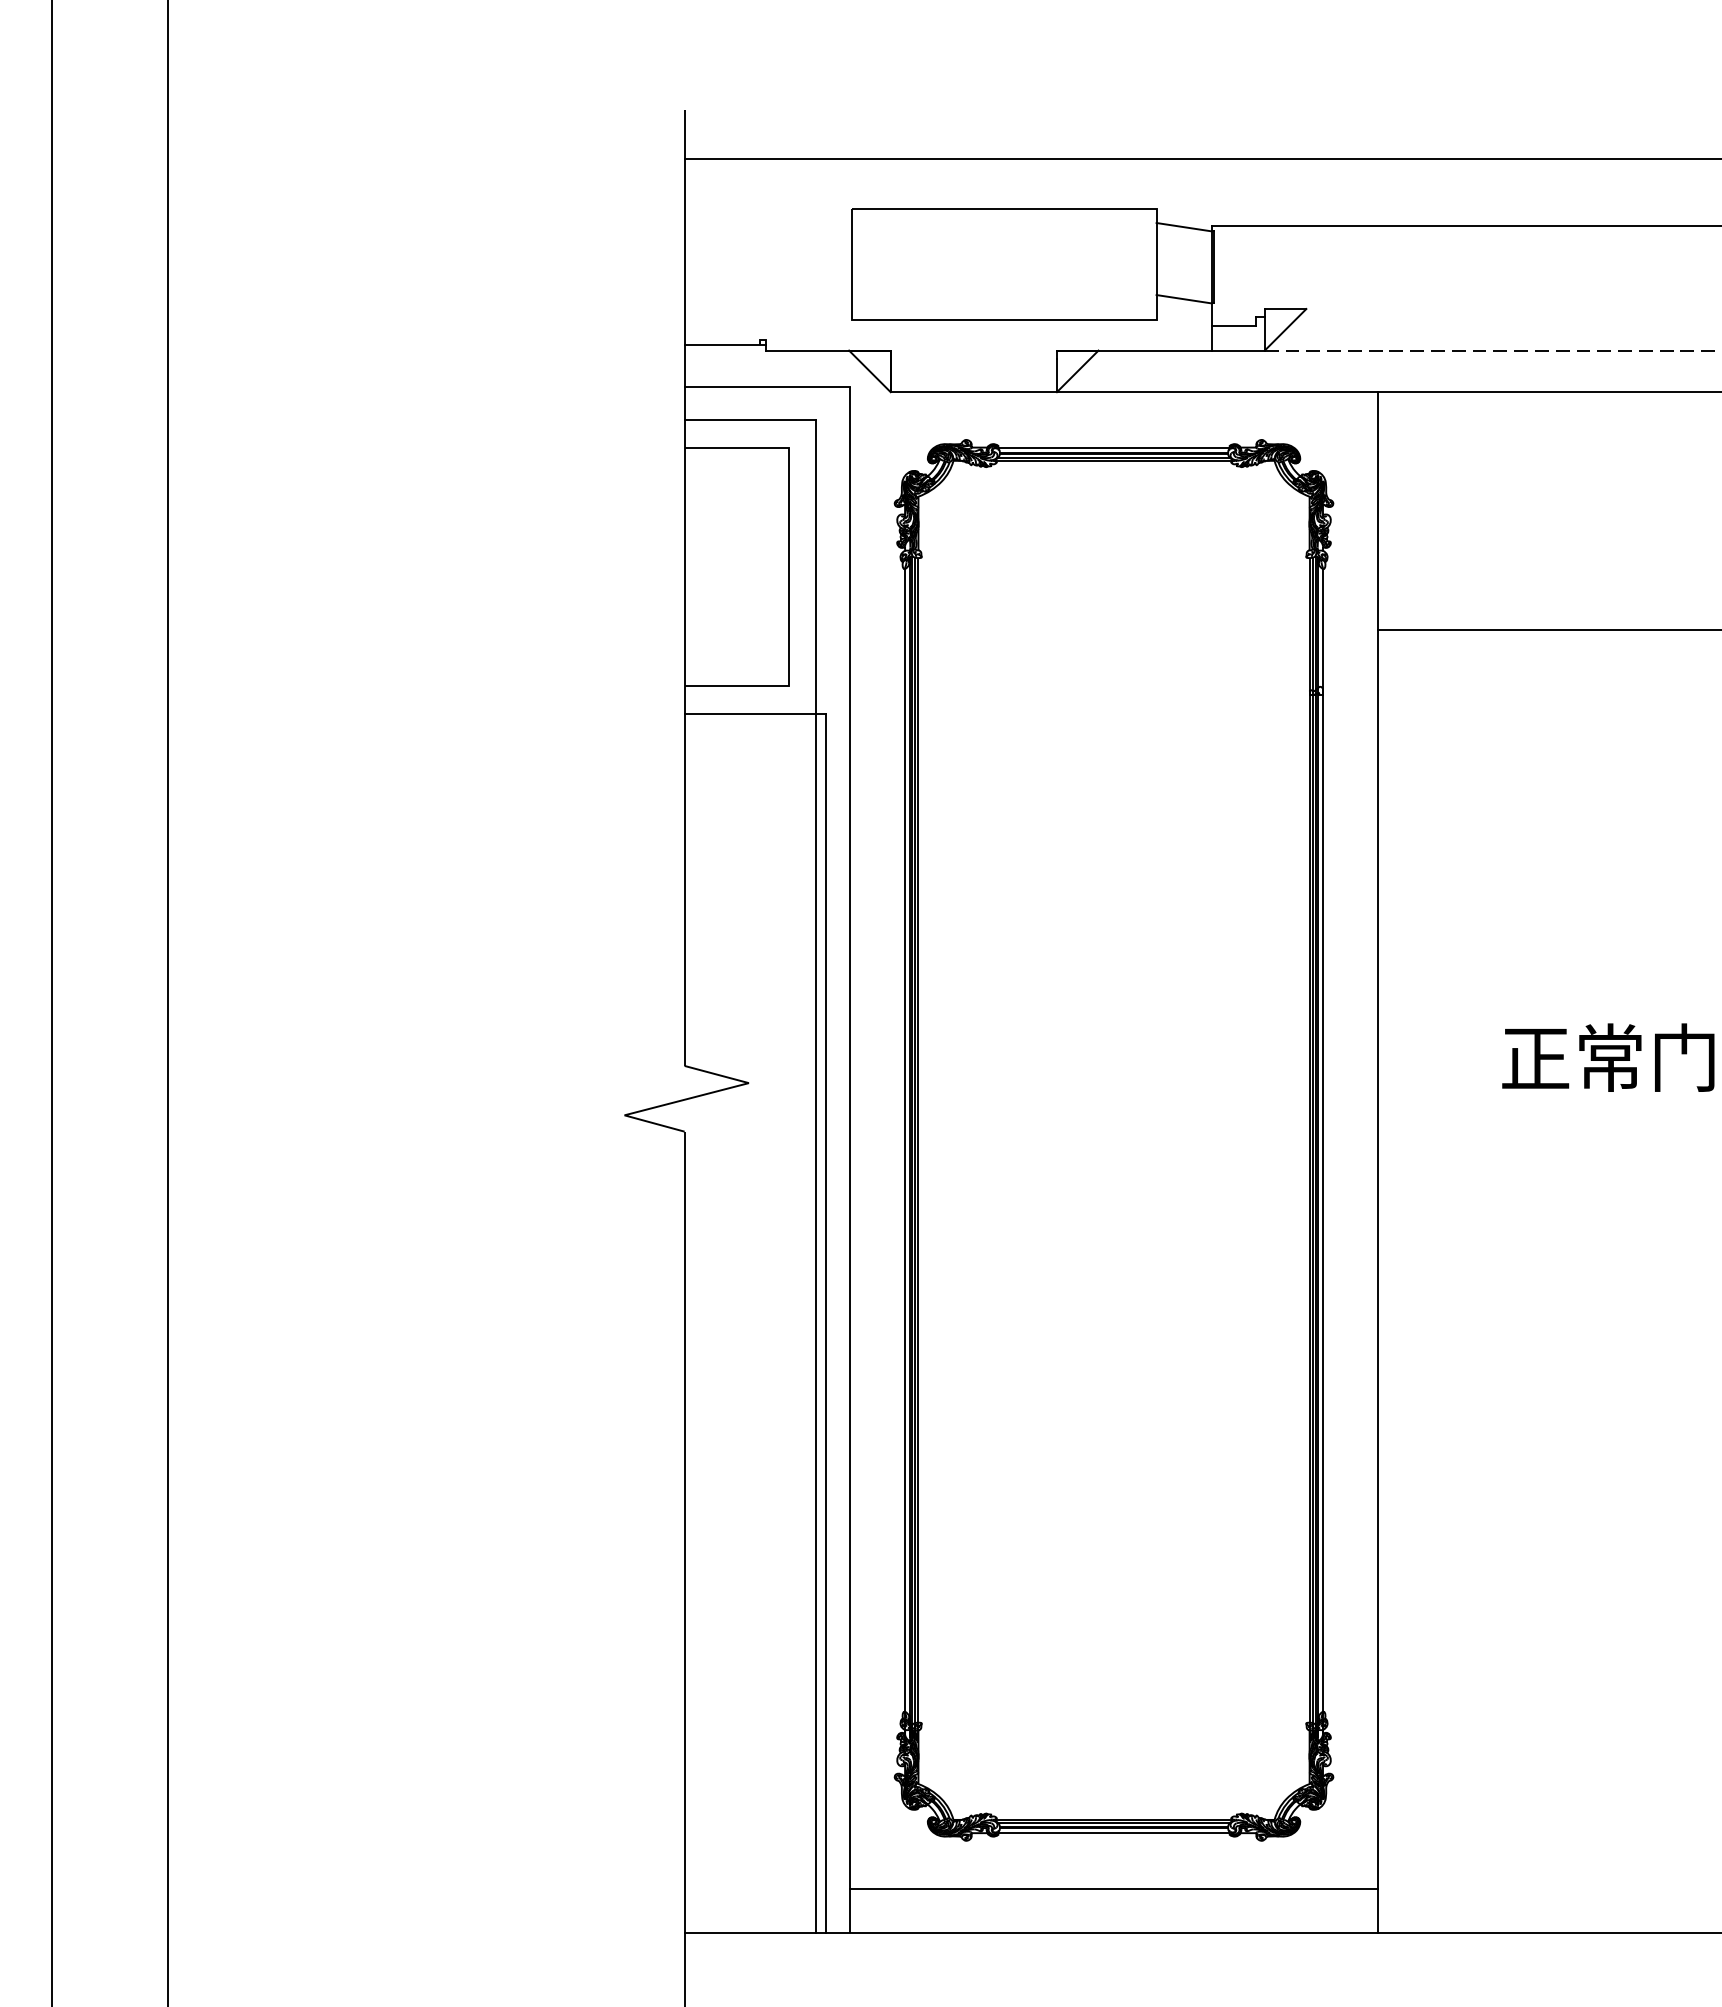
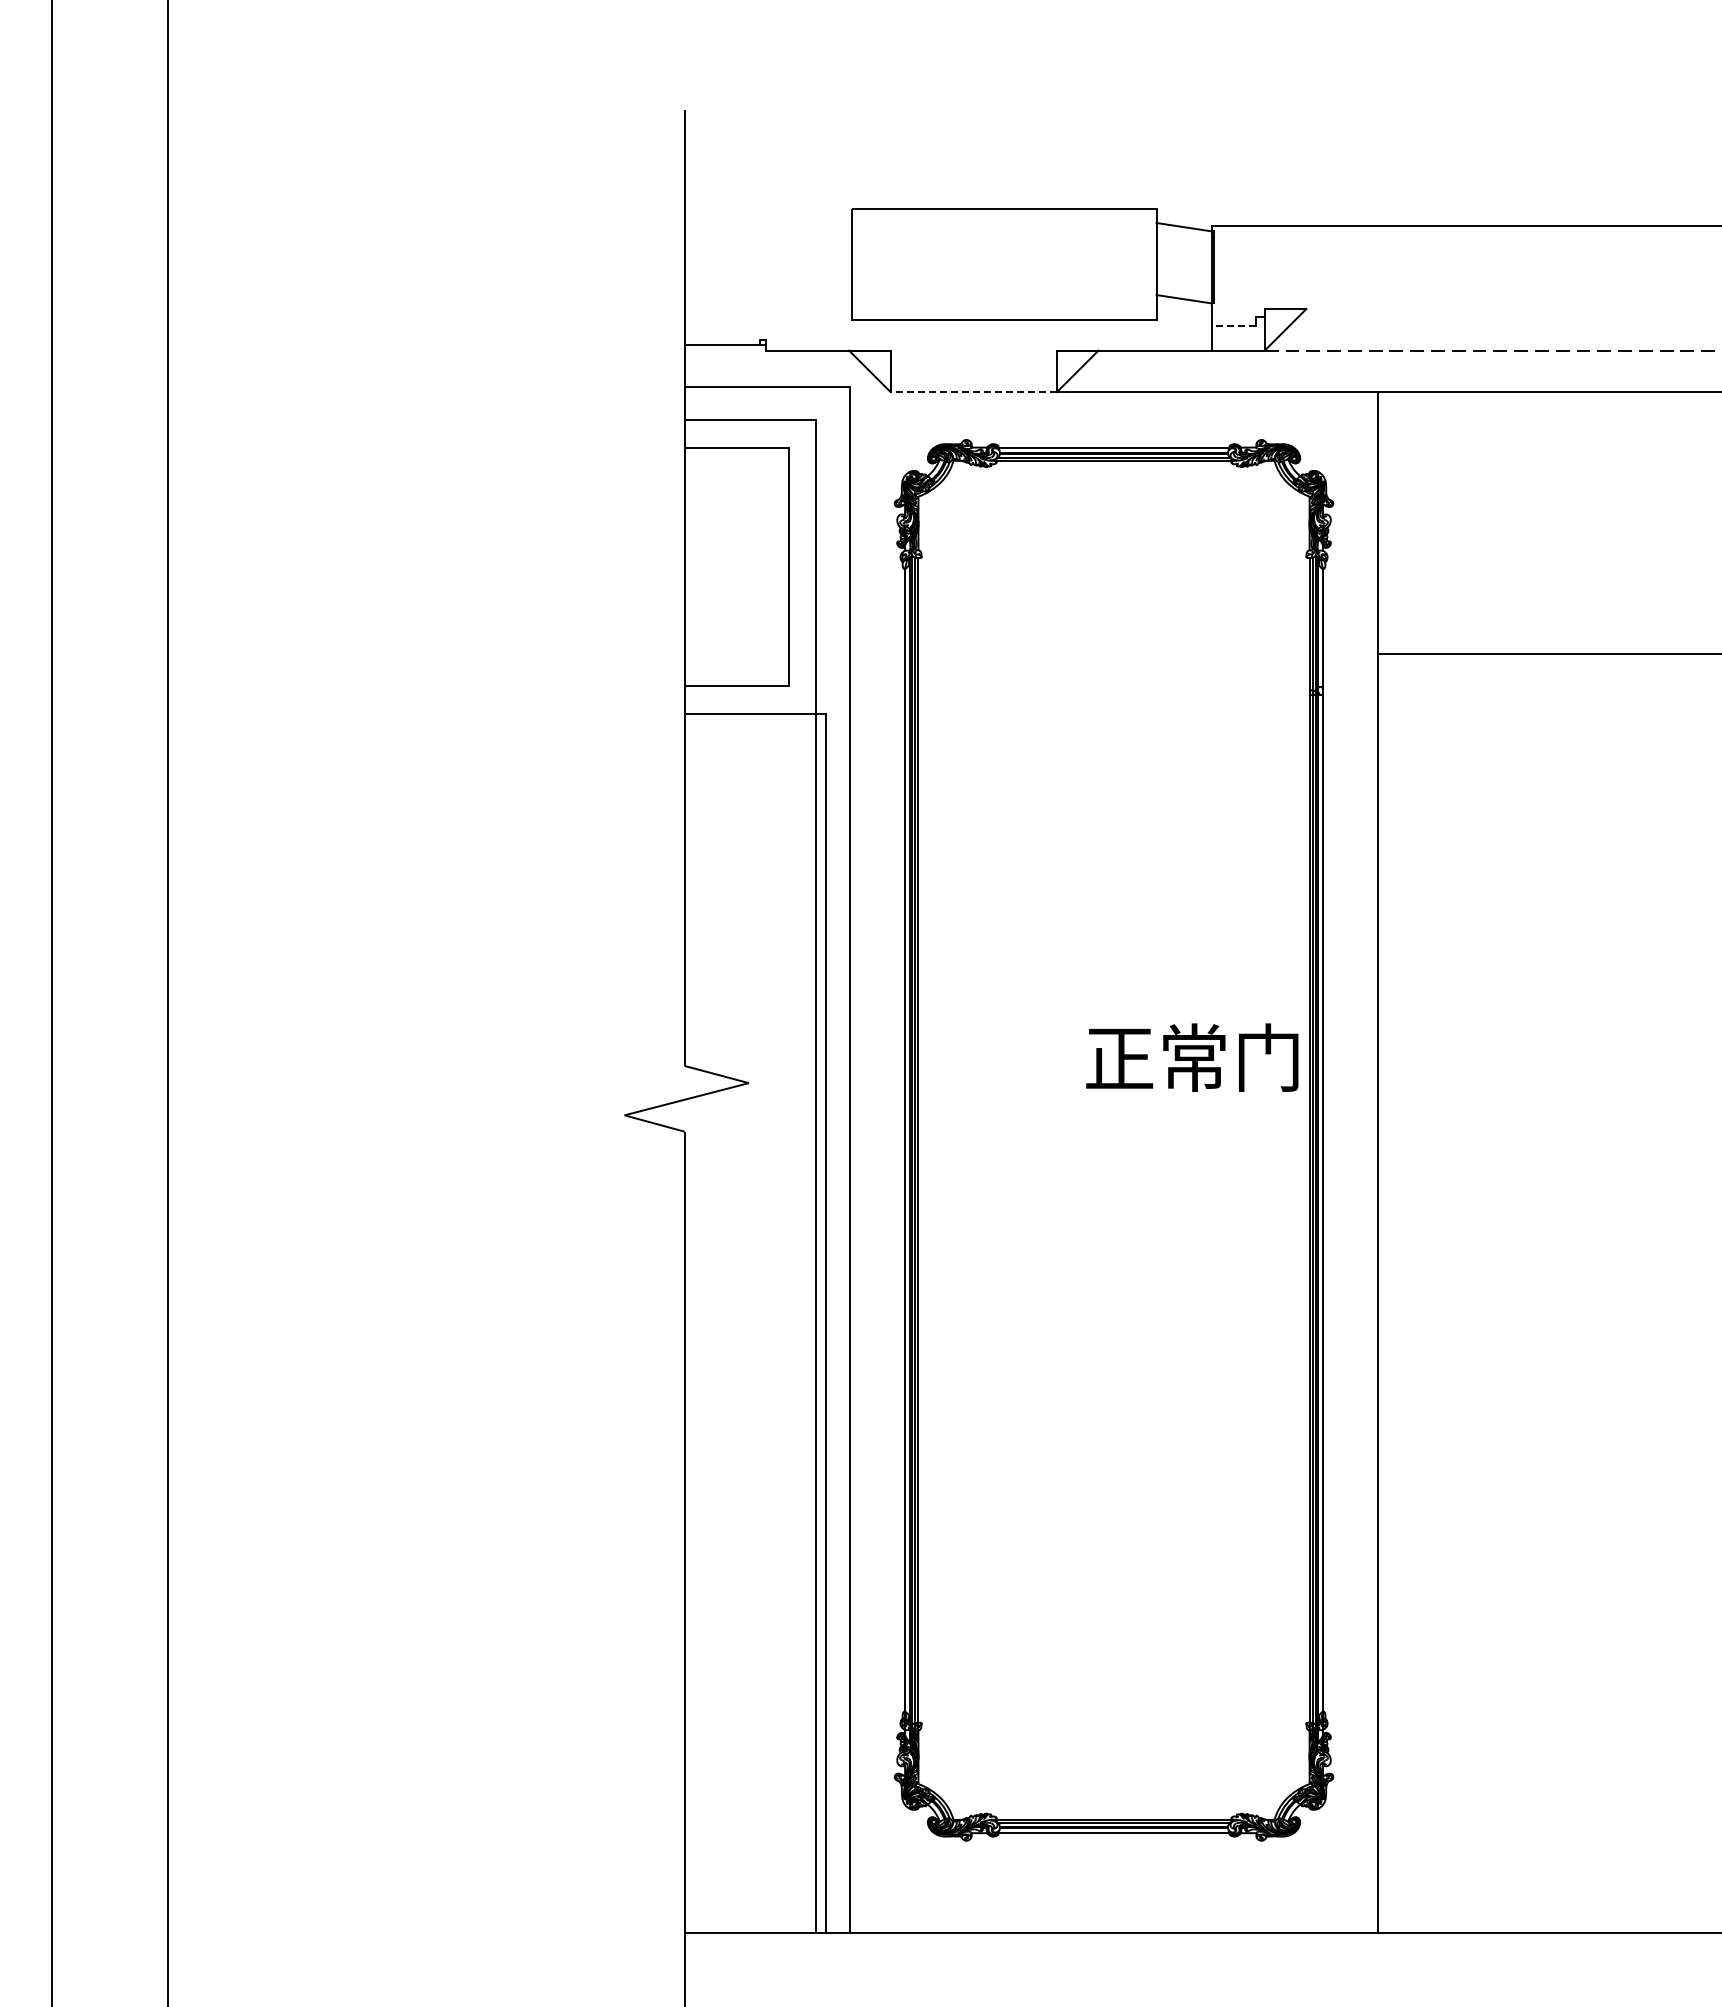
line at (1201, 159): present -> none
line at (1233, 325): solid -> dashed
line at (973, 392): solid -> dashed
line at (1548, 630) position: (1548, 630) -> (1548, 654)
text at (1608, 1057) position: (1608, 1057) -> (1192, 1057)
line at (1113, 1888): present -> none
